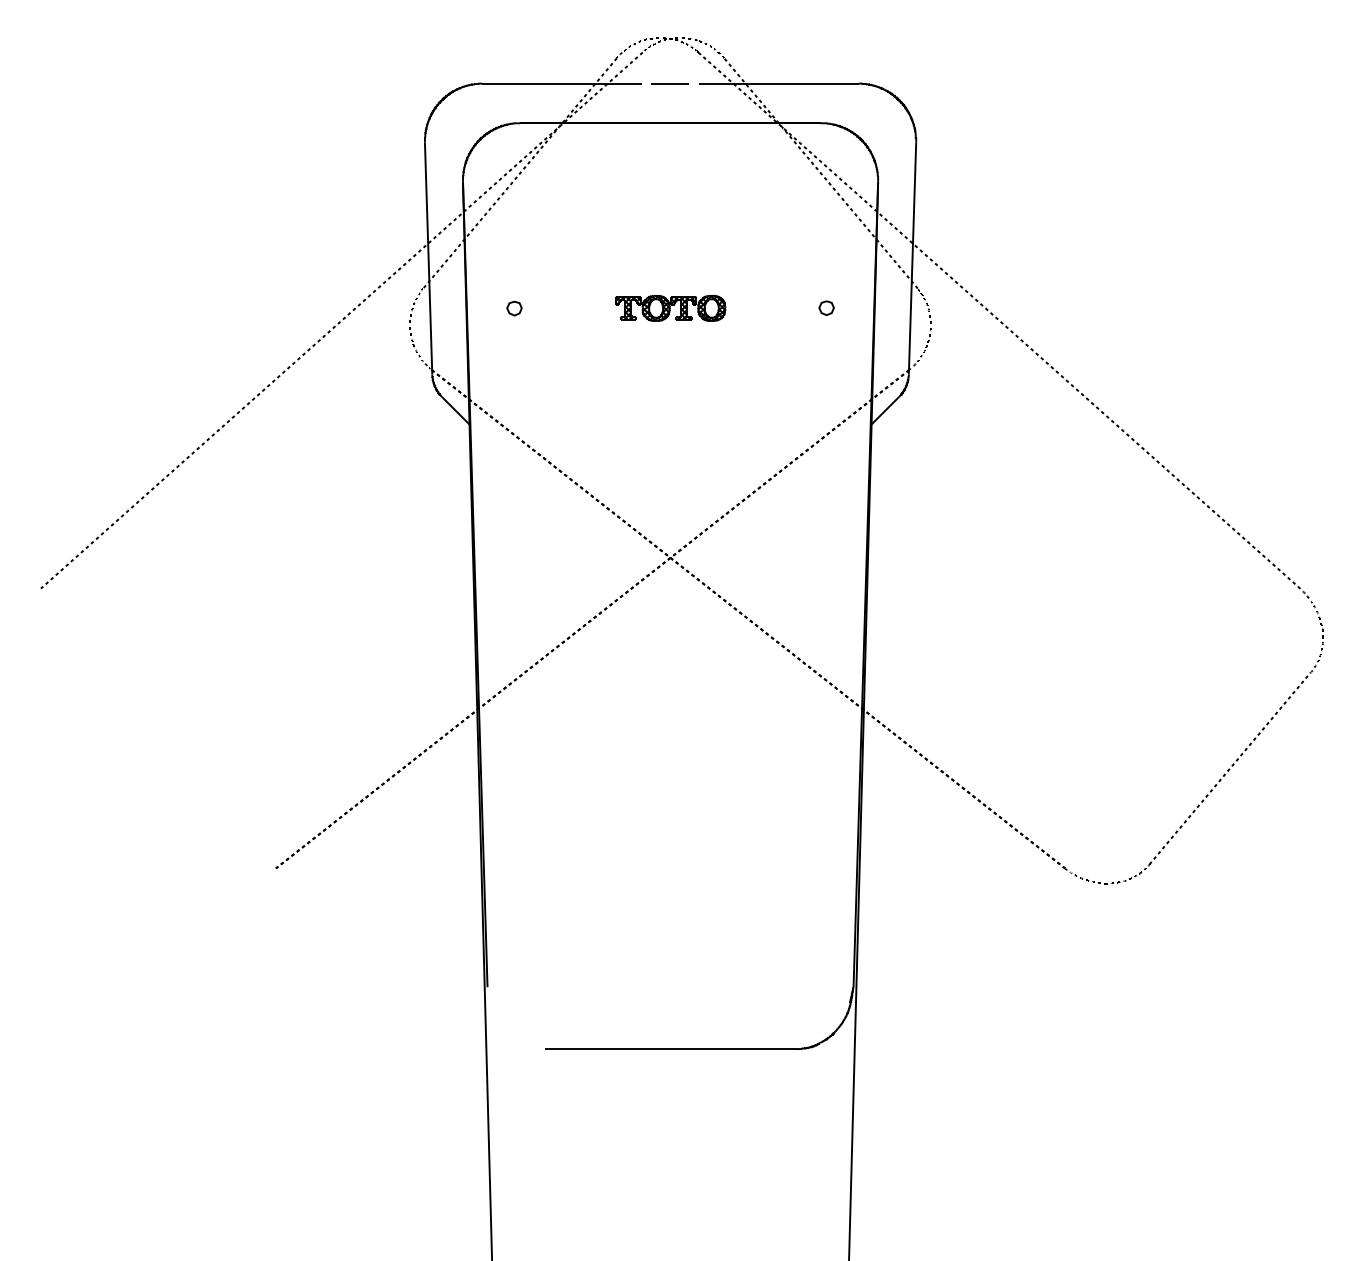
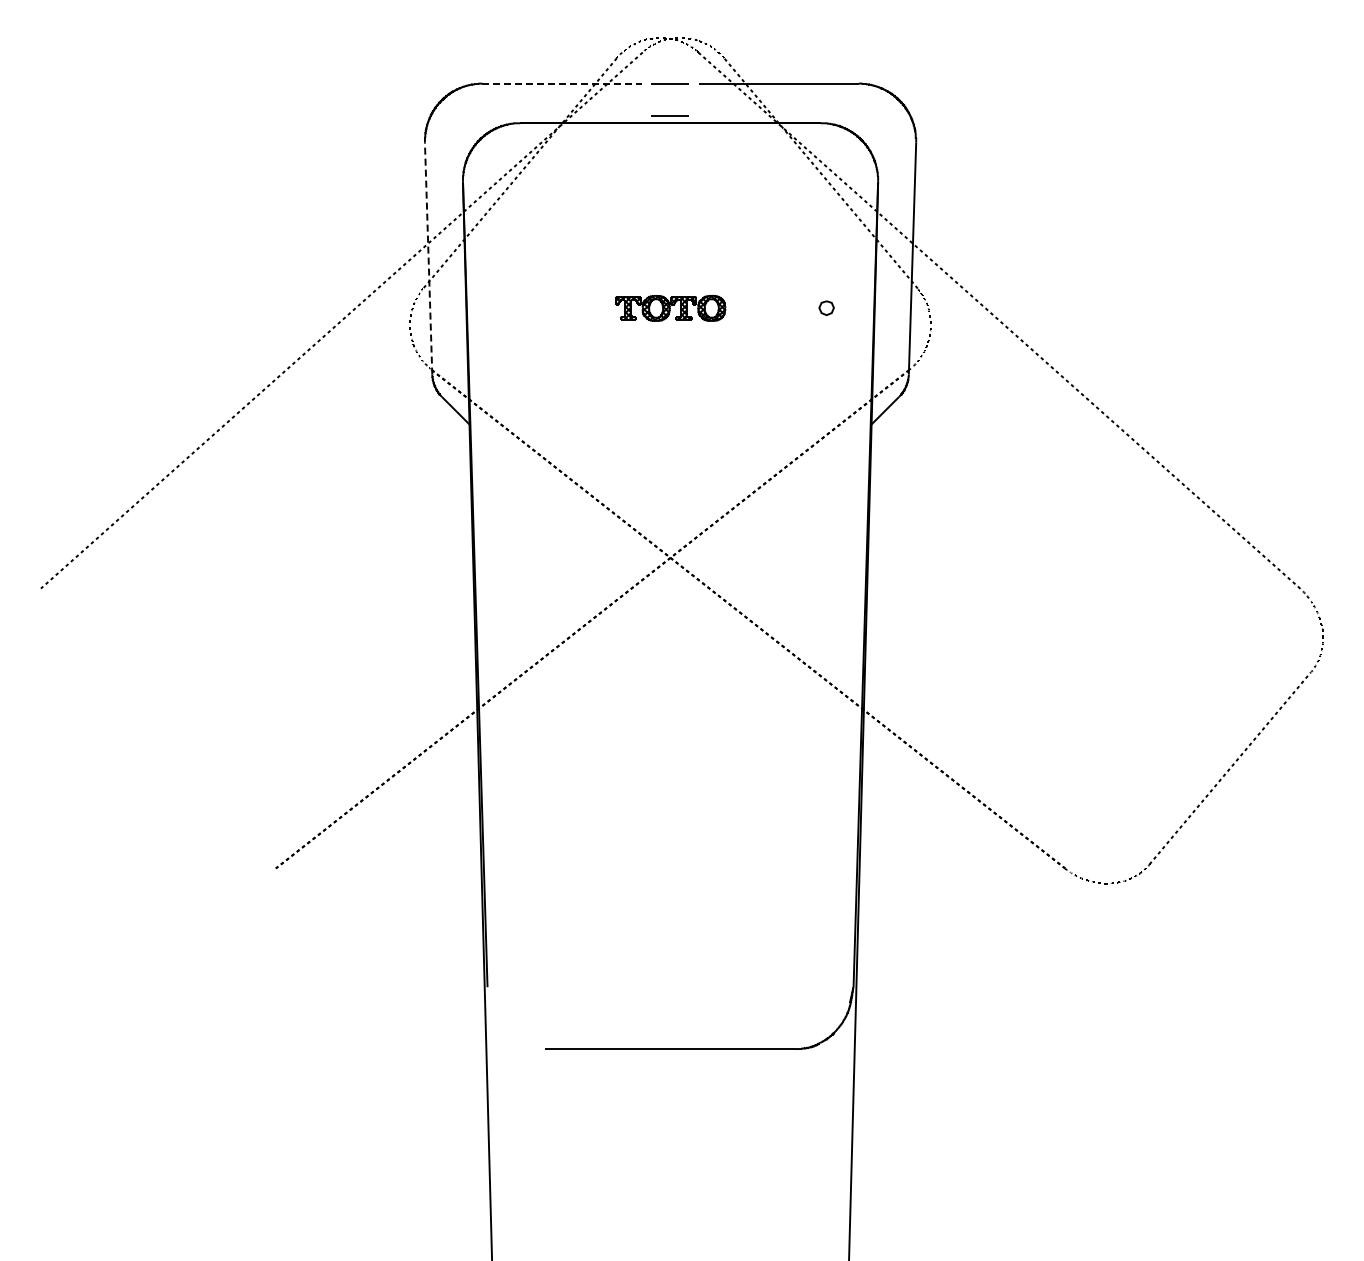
line at (562, 83): solid -> dashed
line at (669, 115): none -> present
line at (428, 258): solid -> dashed
part at (514, 308): present -> none
